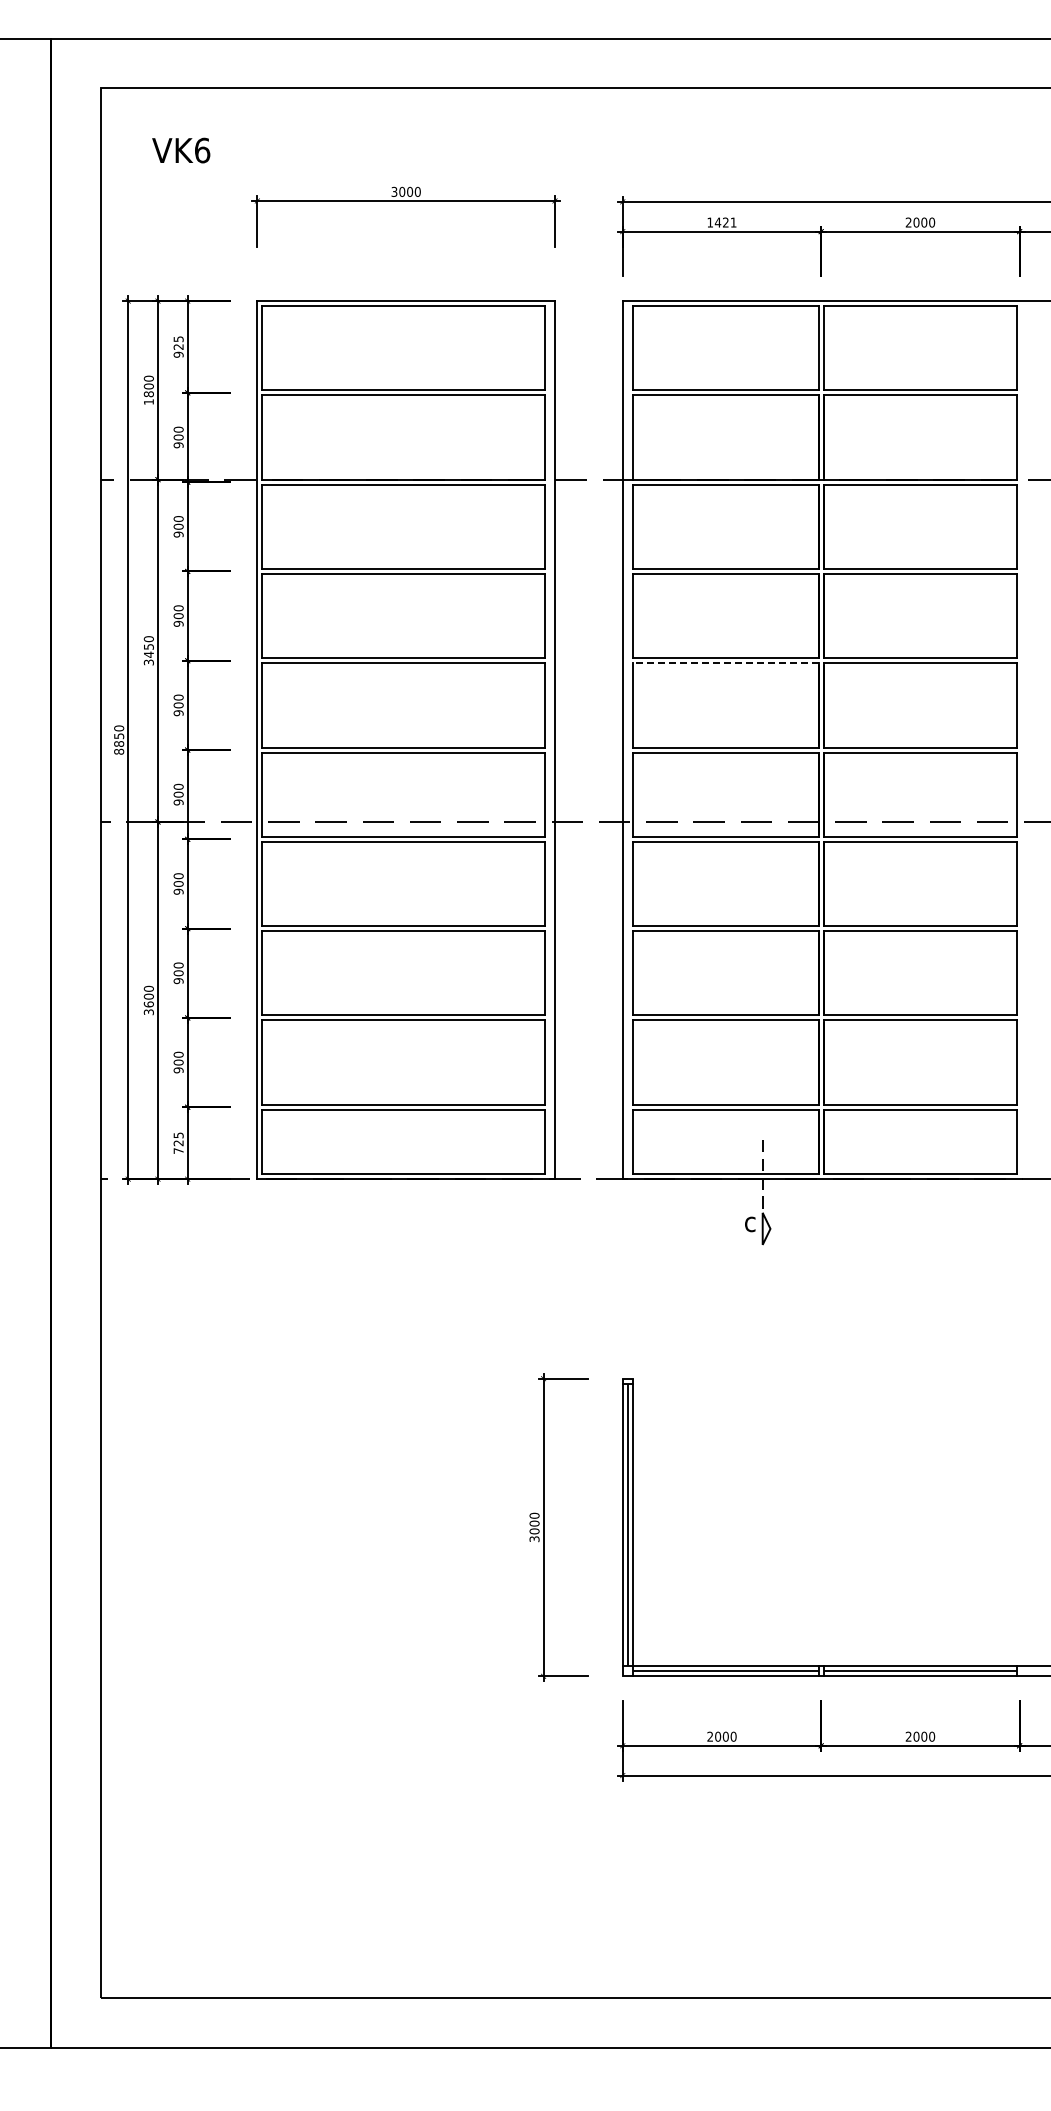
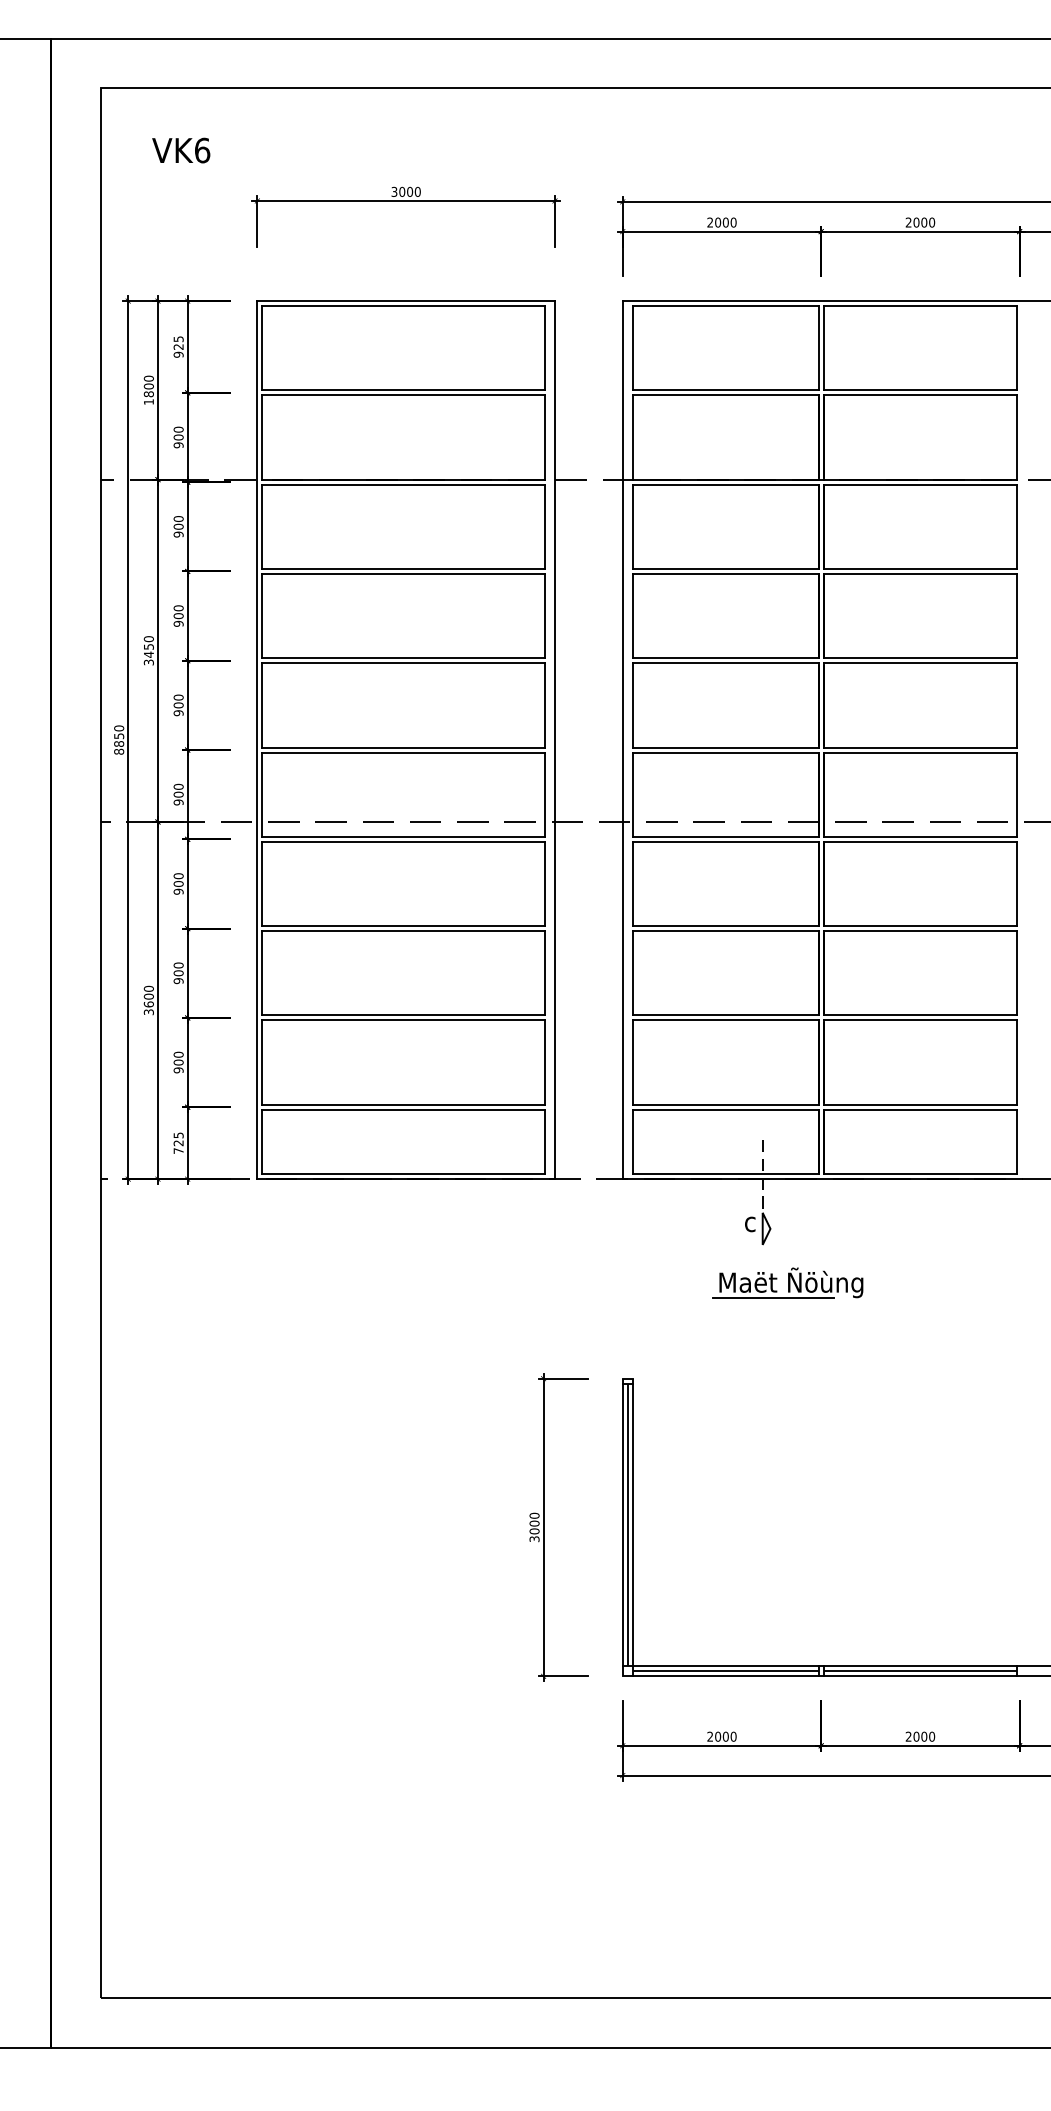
text at (721, 222): 1421 -> 2000
line at (725, 663): dashed -> solid
part at (787, 1282): none -> present
